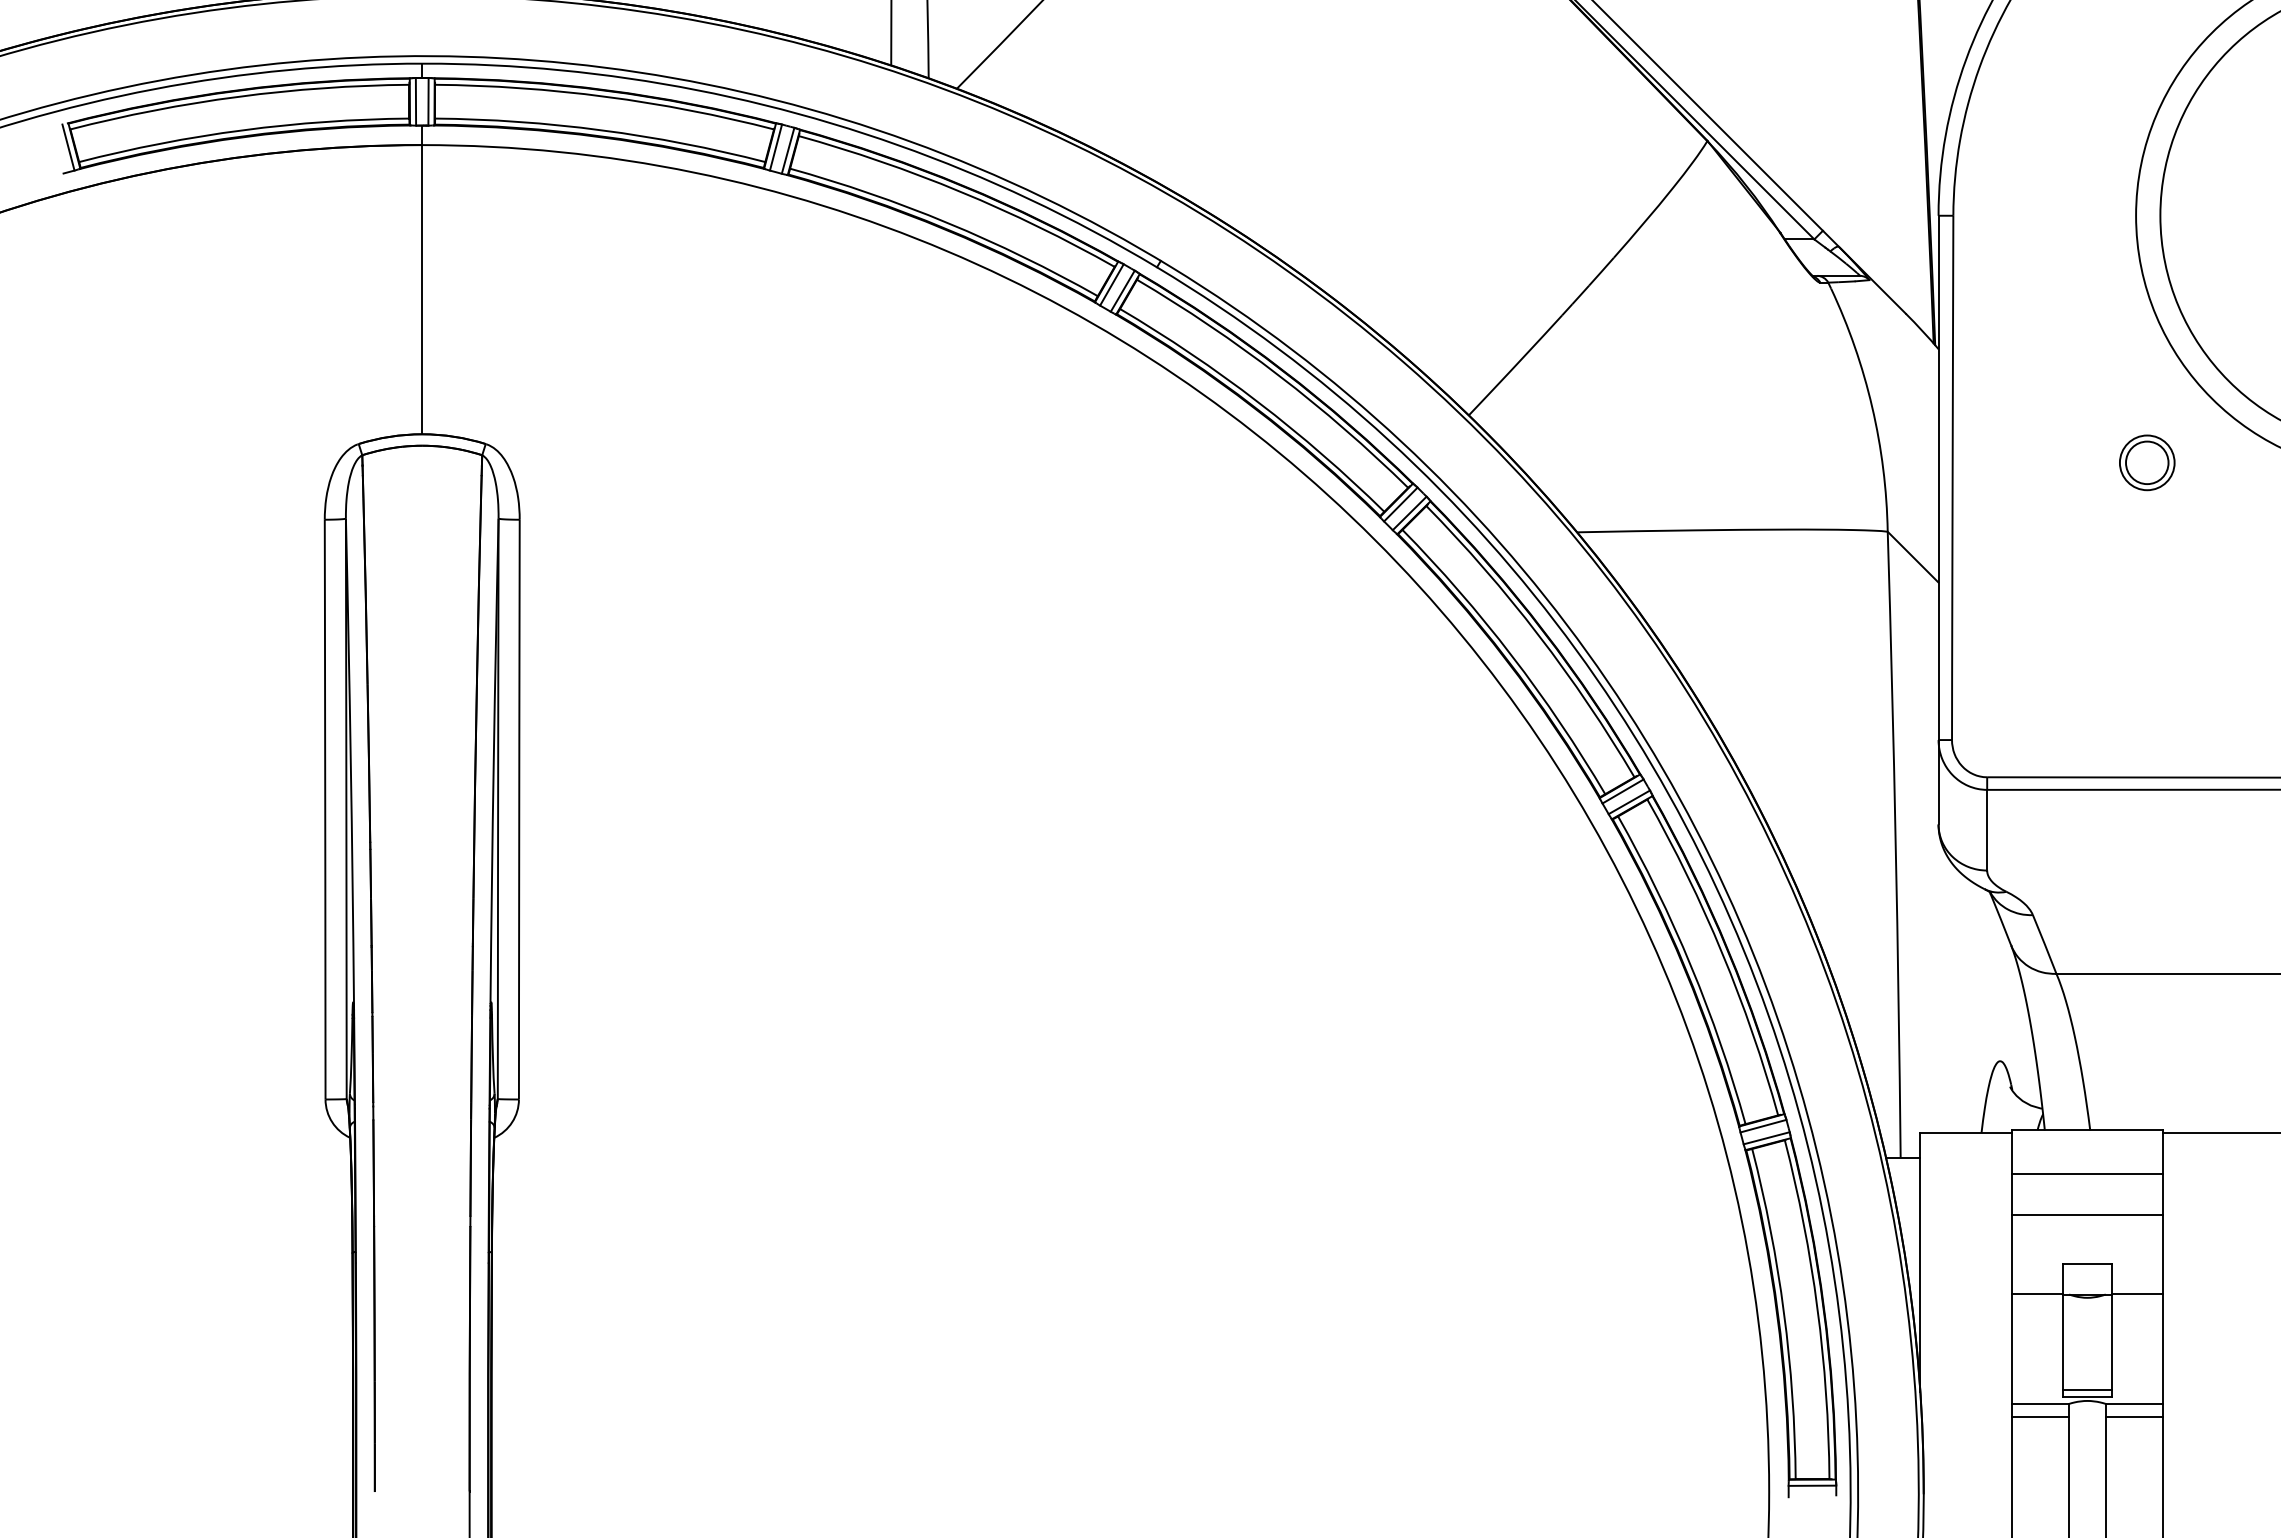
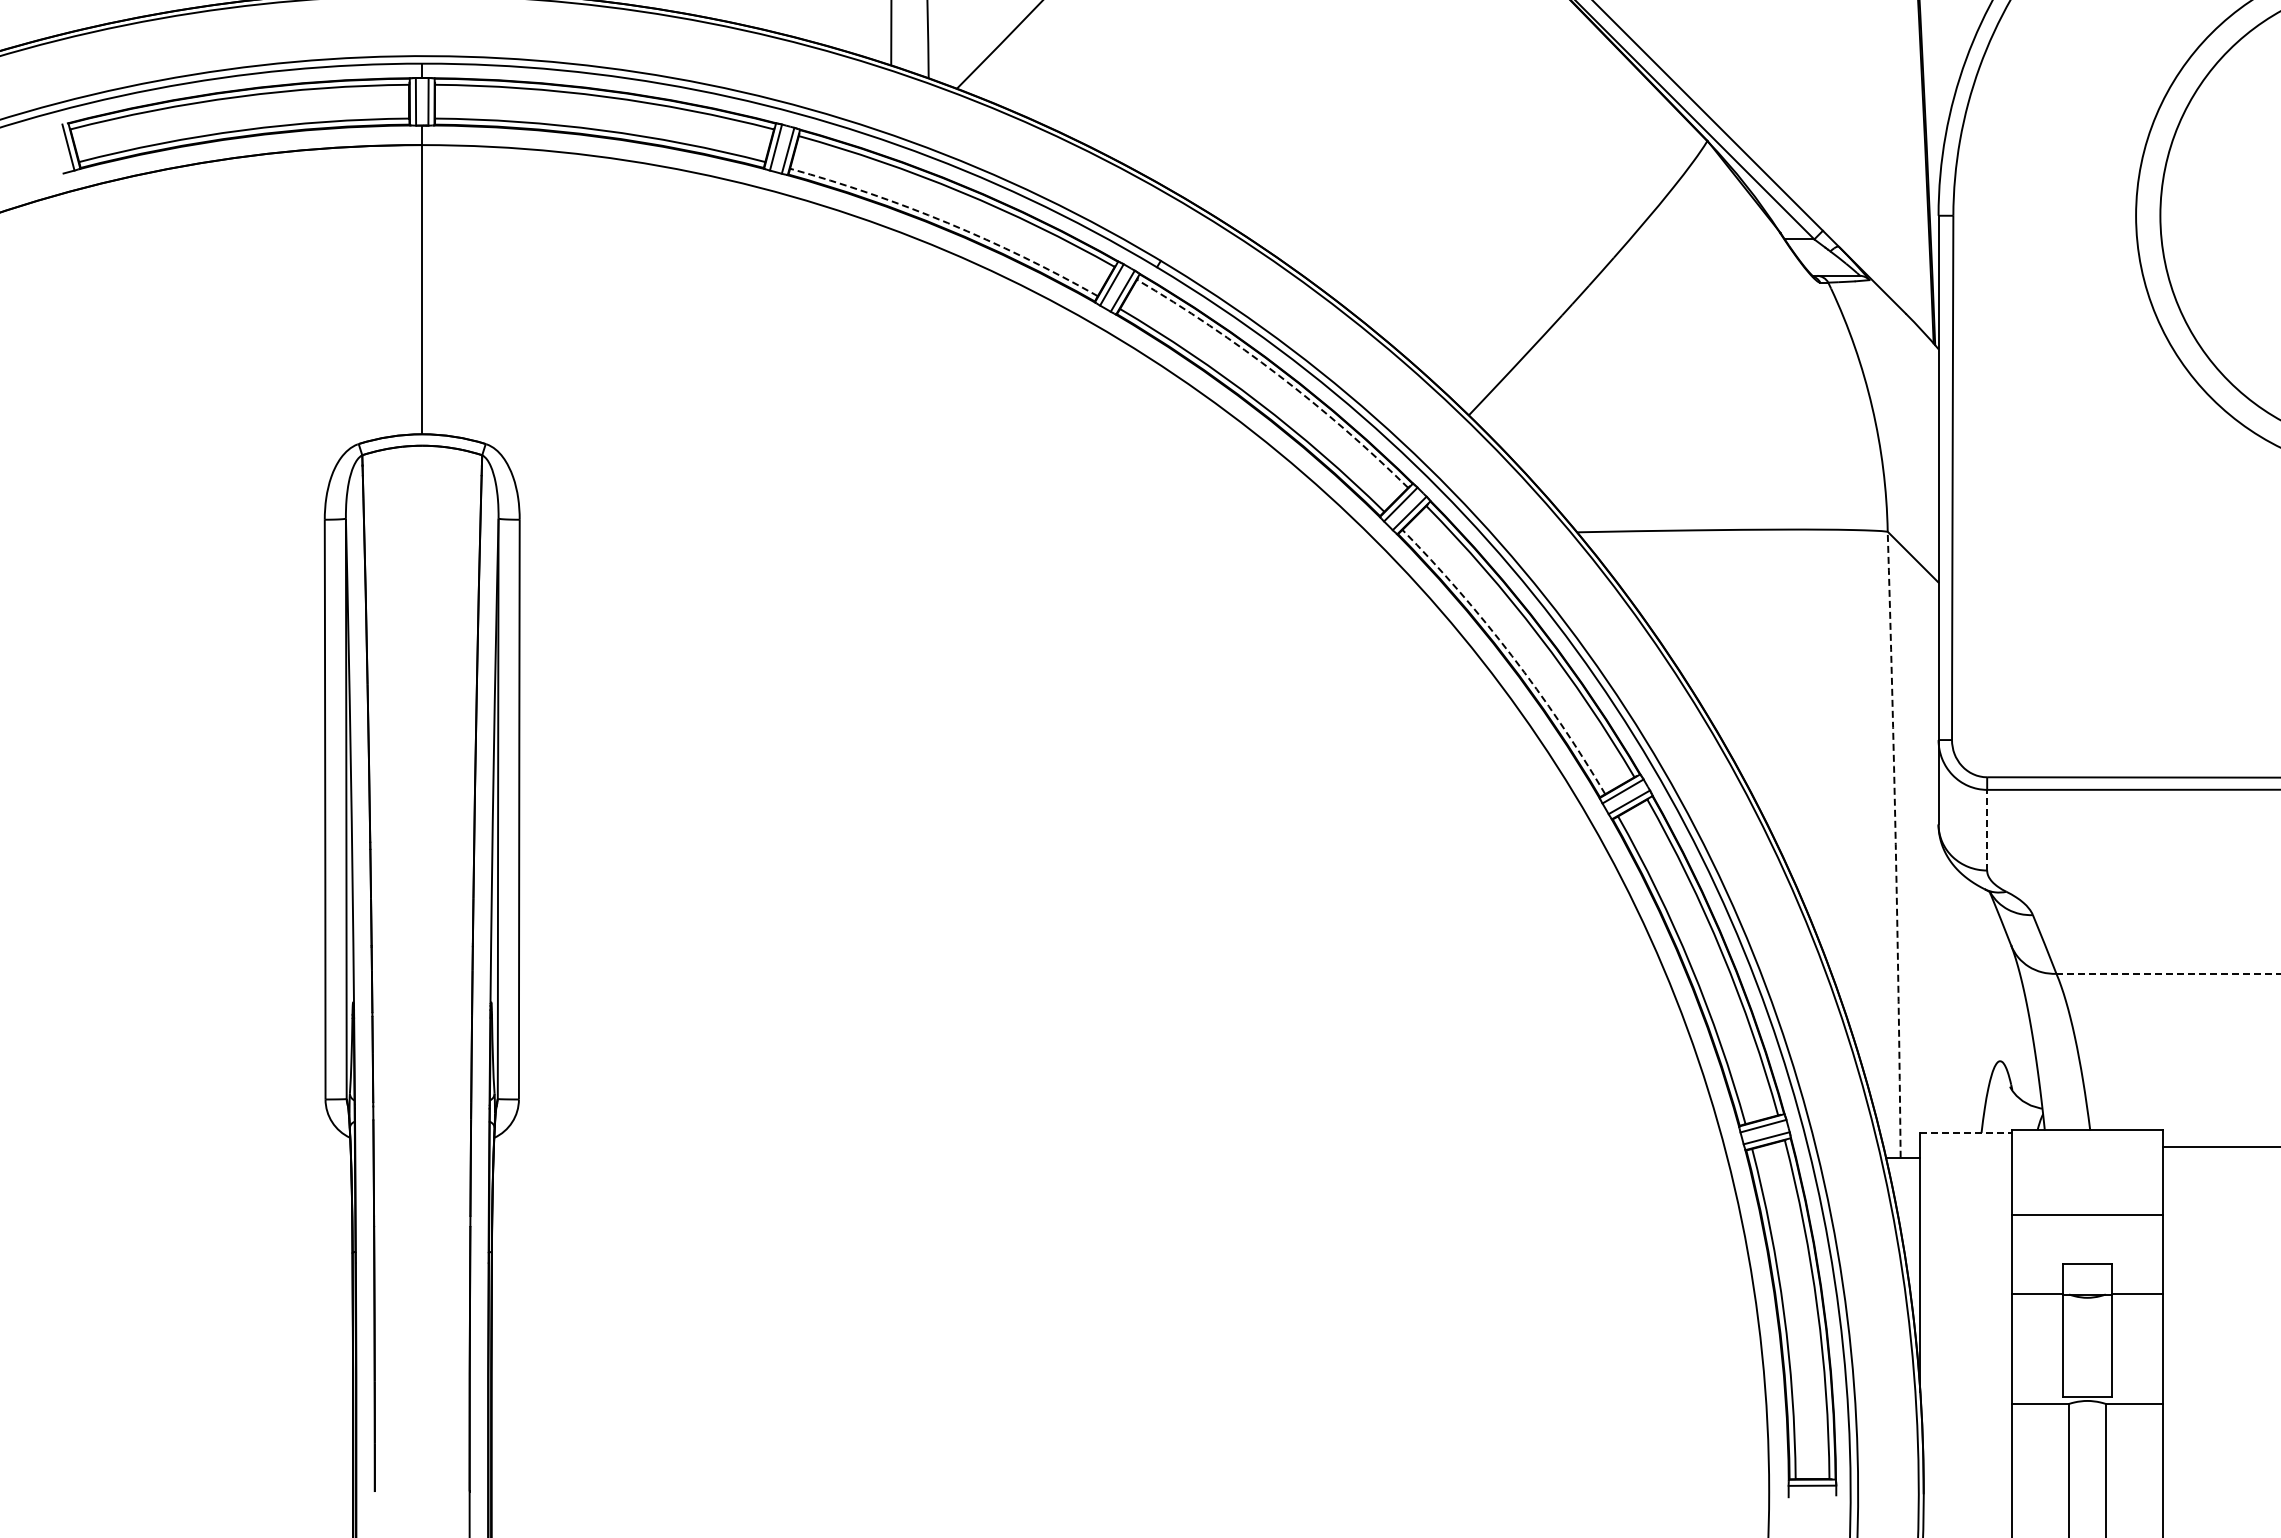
arc at (947, 223): solid -> dashed
arc at (1278, 375): solid -> dashed
part at (2147, 462): present -> none
arc at (1511, 655): solid -> dashed
line at (1987, 829): solid -> dashed
arc at (1895, 844): solid -> dashed
line at (2168, 973): solid -> dashed
line at (1965, 1133): solid -> dashed
line at (2220, 1133) position: (2220, 1133) -> (2220, 1147)
line at (2087, 1173): present -> none
line at (2087, 1390): present -> none
line at (2040, 1416): present -> none
line at (2134, 1416): present -> none
